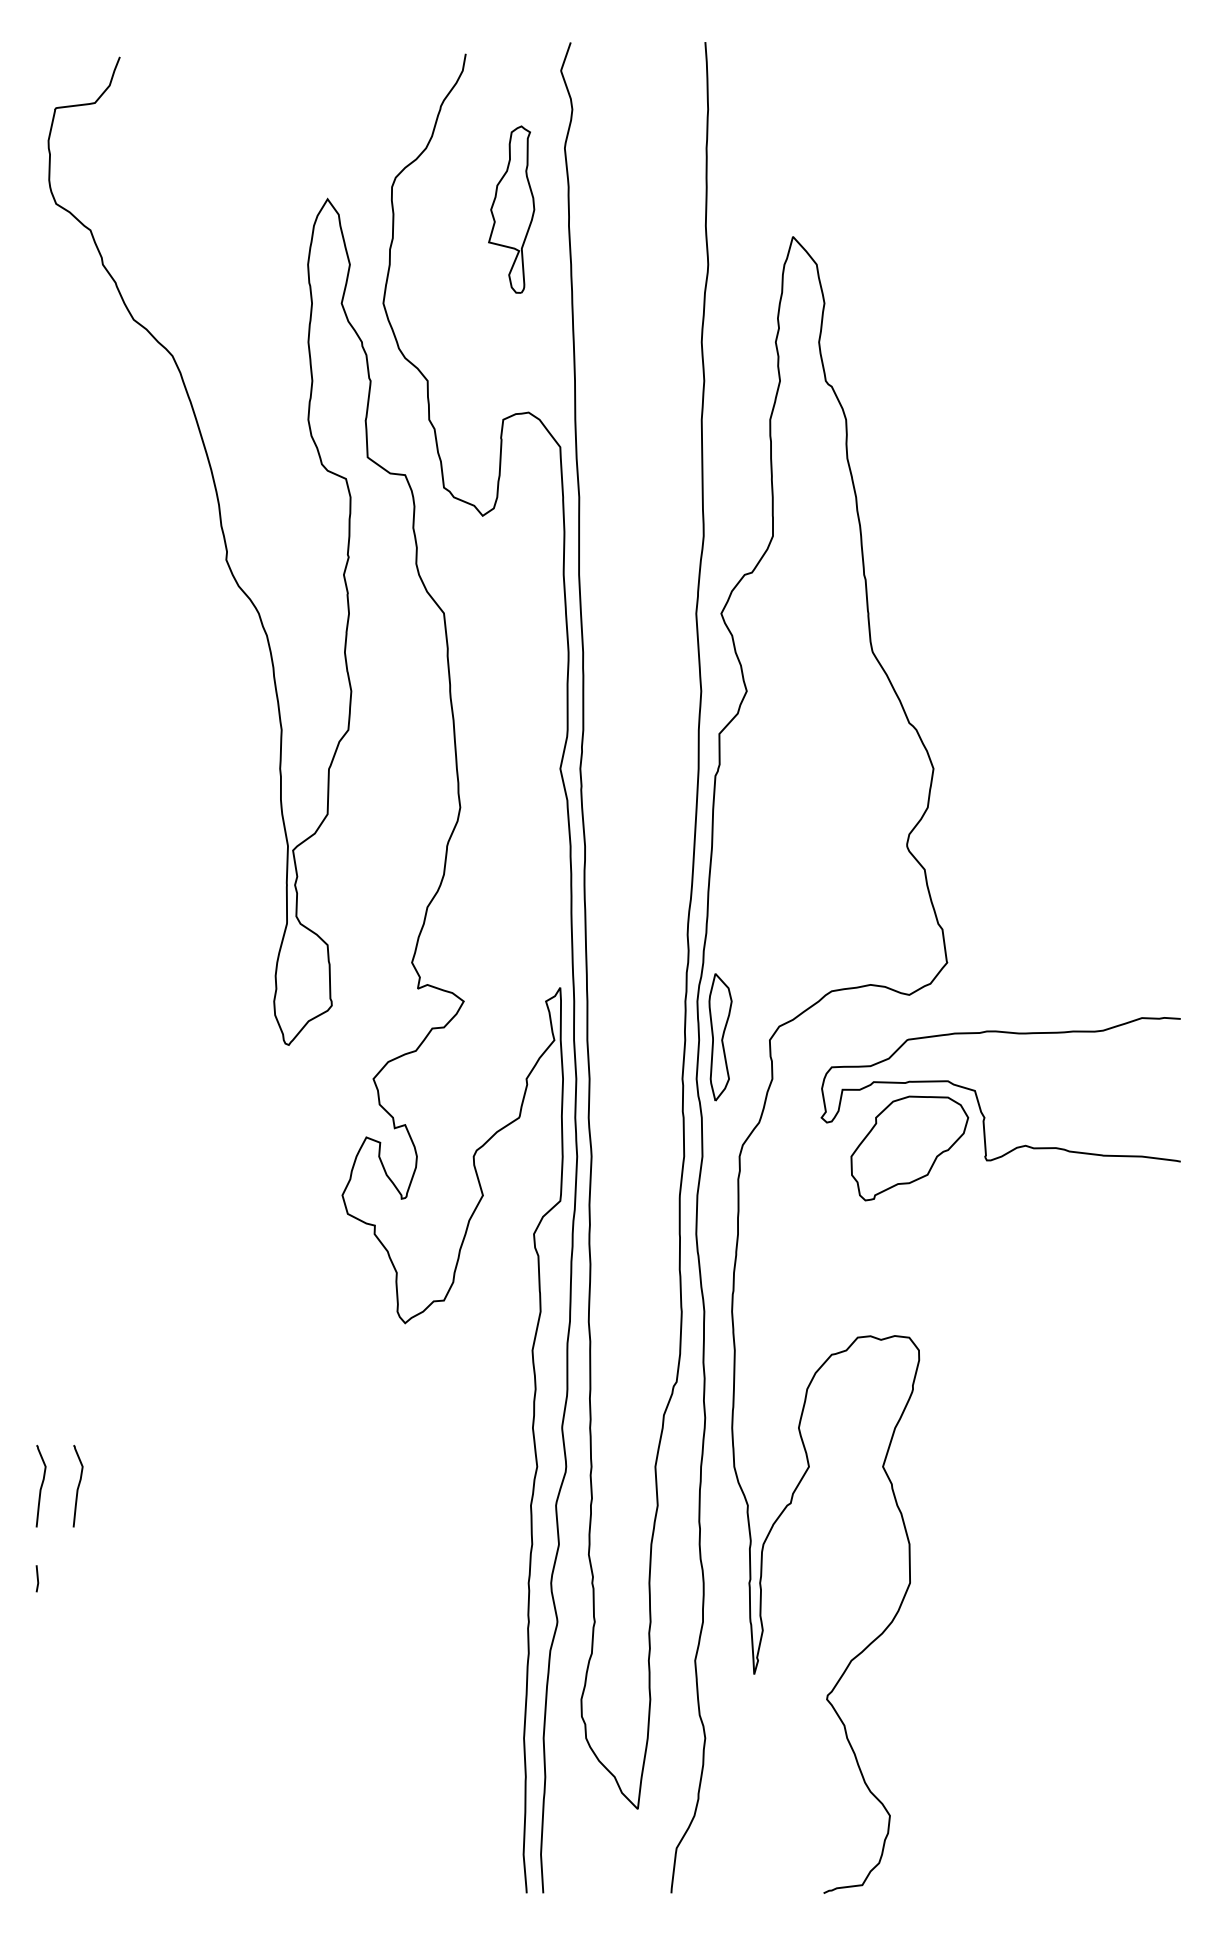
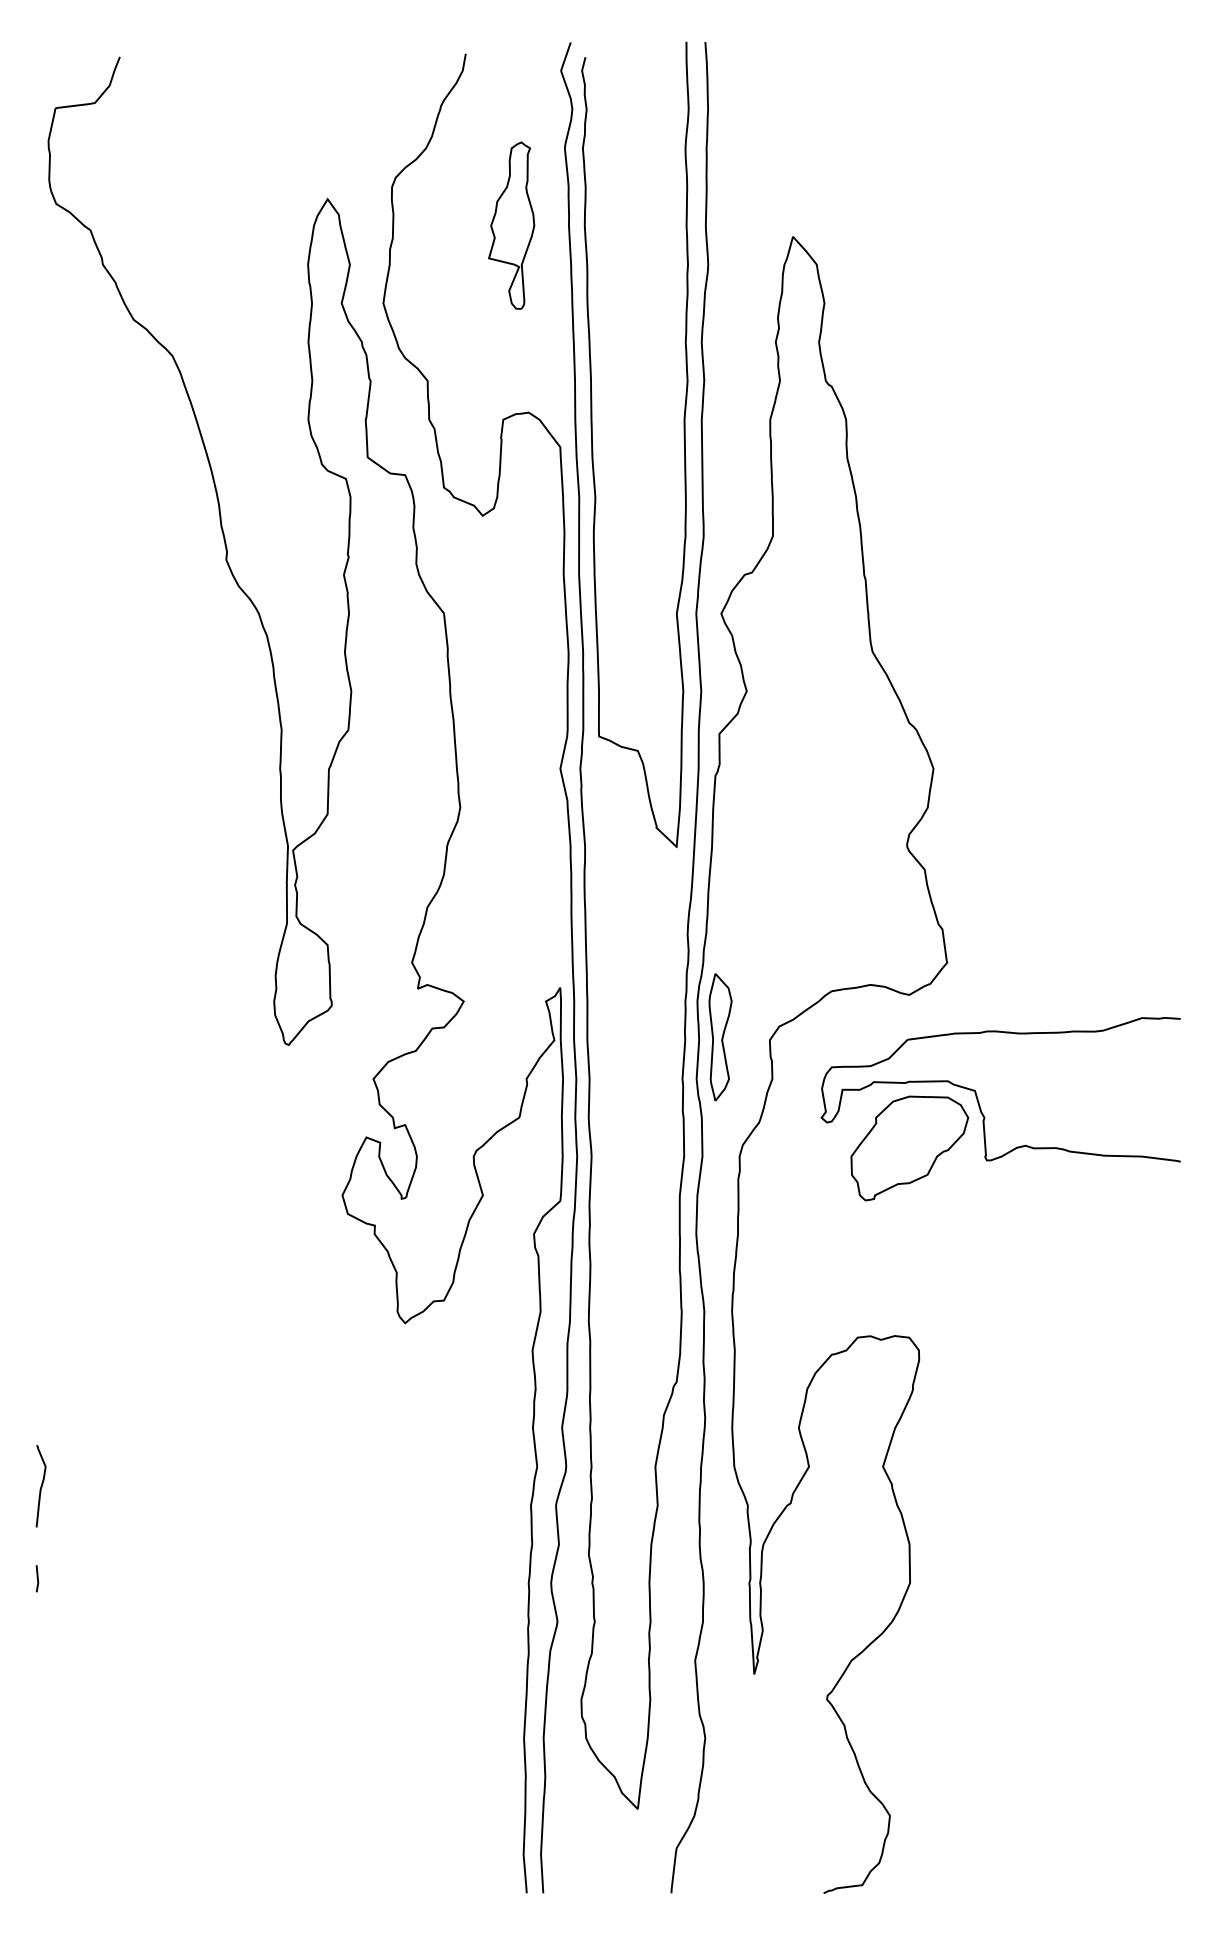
part at (511, 209) position: (511, 209) -> (511, 225)
curve at (593, 447): none -> present
curve at (77, 1486): present -> none
